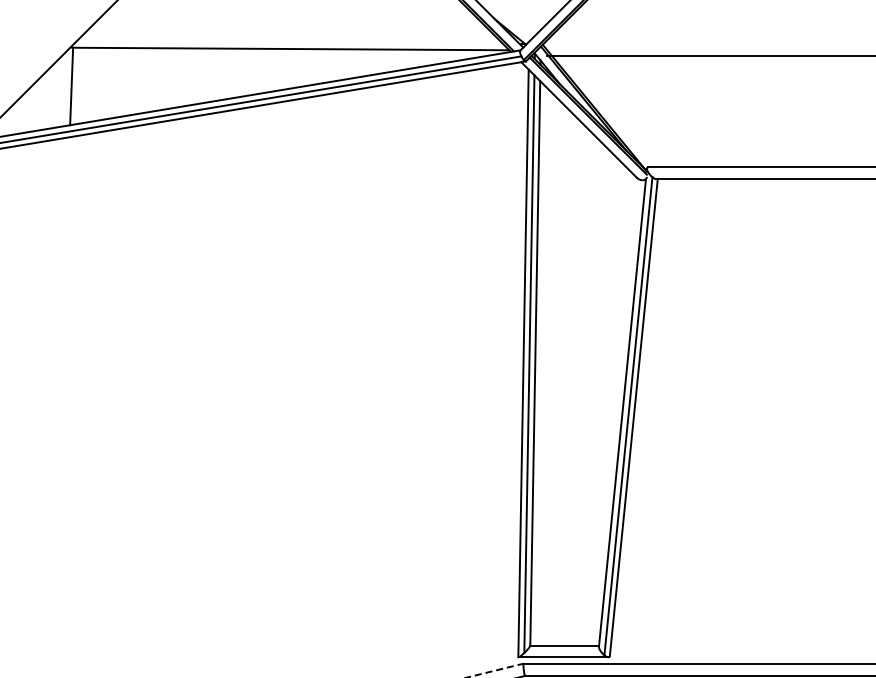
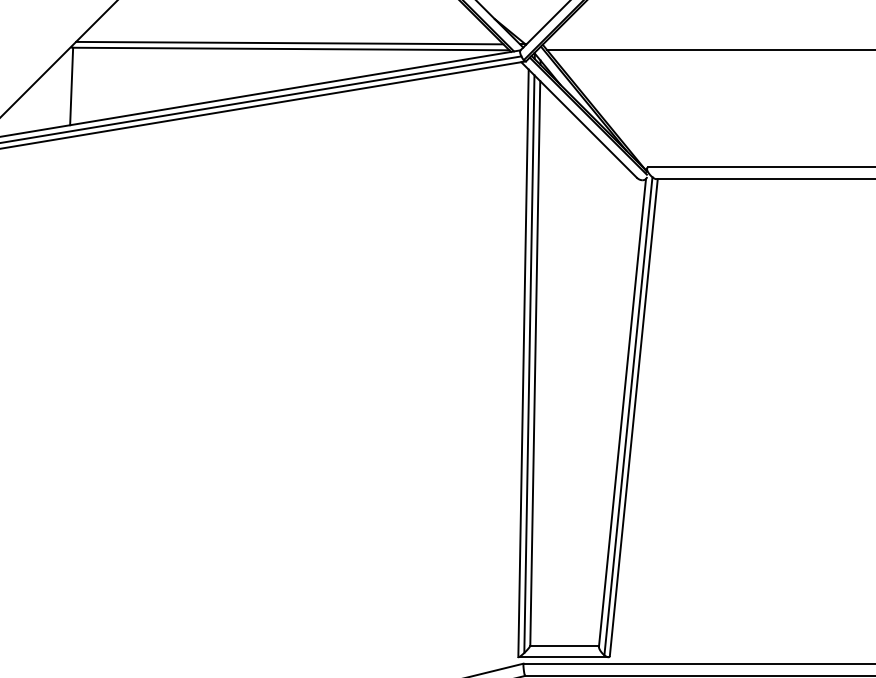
line at (289, 42): none -> present
line at (709, 56) position: (709, 56) -> (709, 50)
line at (494, 670): dashed -> solid
